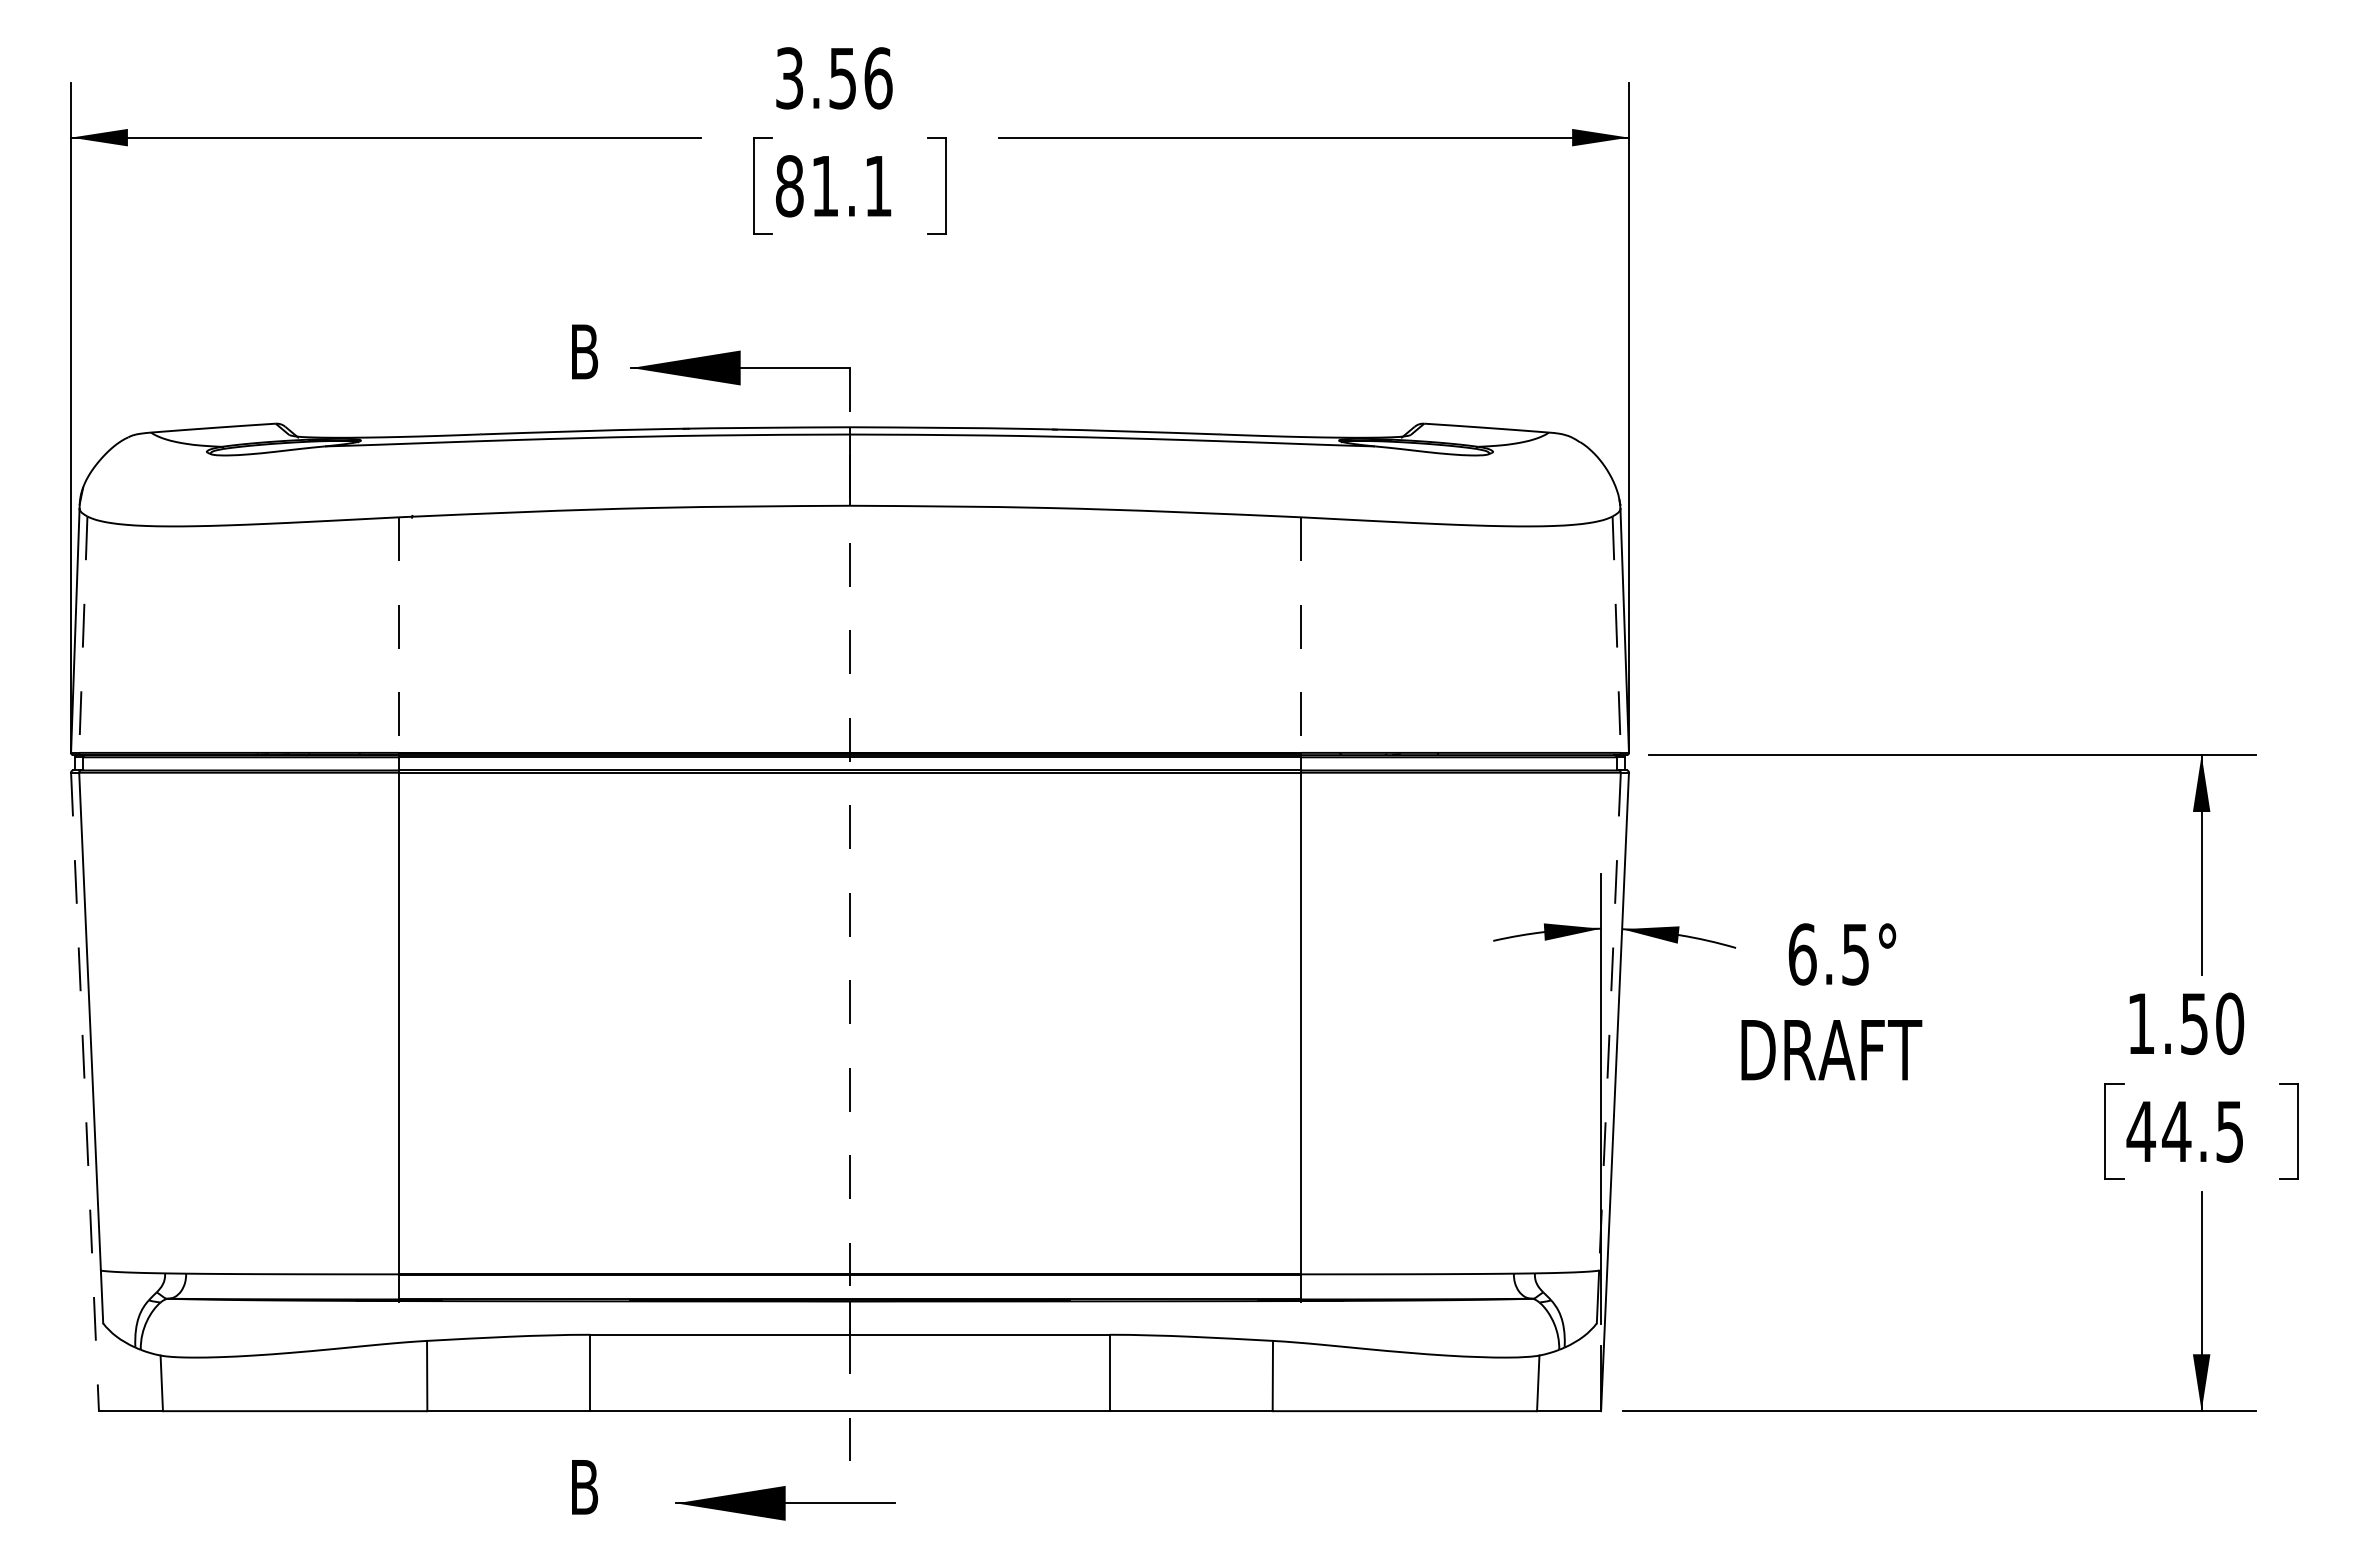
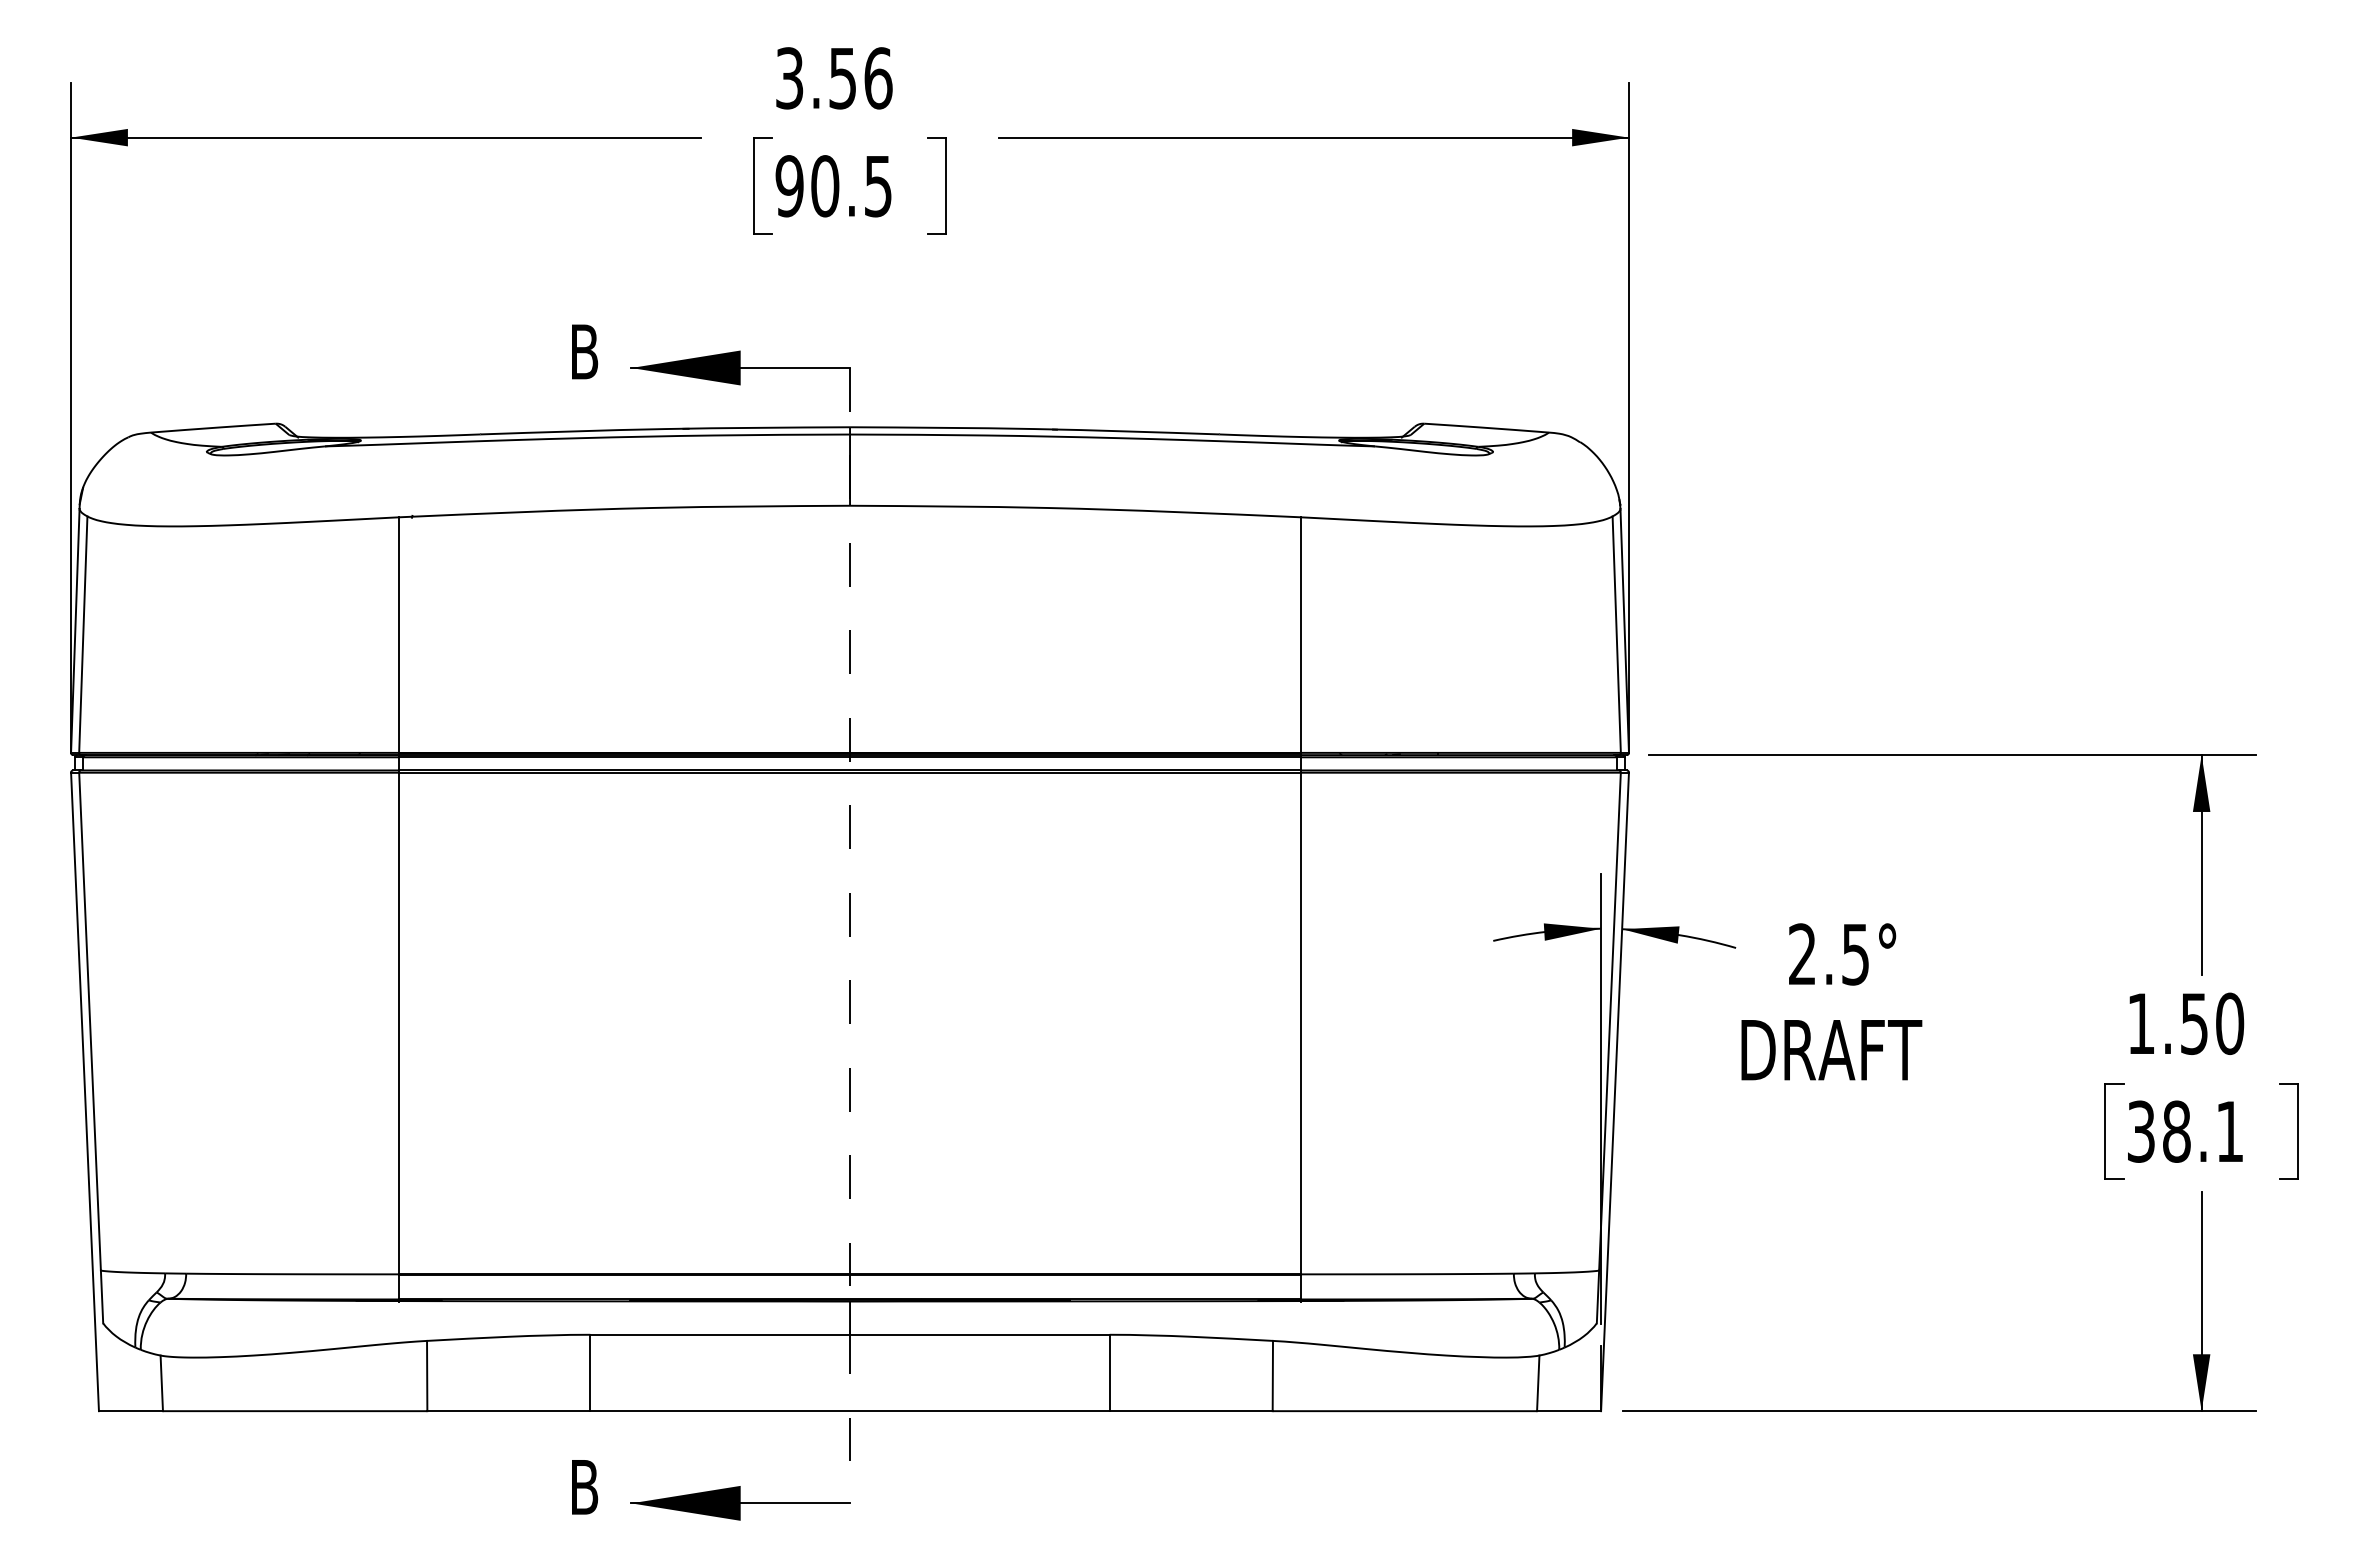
text at (833, 186): 81.1 -> 90.5
line at (83, 635): dashed -> solid
line at (399, 635): dashed -> solid
line at (1301, 635): dashed -> solid
line at (1616, 635): dashed -> solid
text at (1802, 954): 6.5° -> 2.5°
line at (1609, 1022): dashed -> solid
line at (85, 1091): dashed -> solid
text at (2184, 1131): 44.5 -> 38.1
part at (785, 1503) position: (785, 1503) -> (740, 1503)
